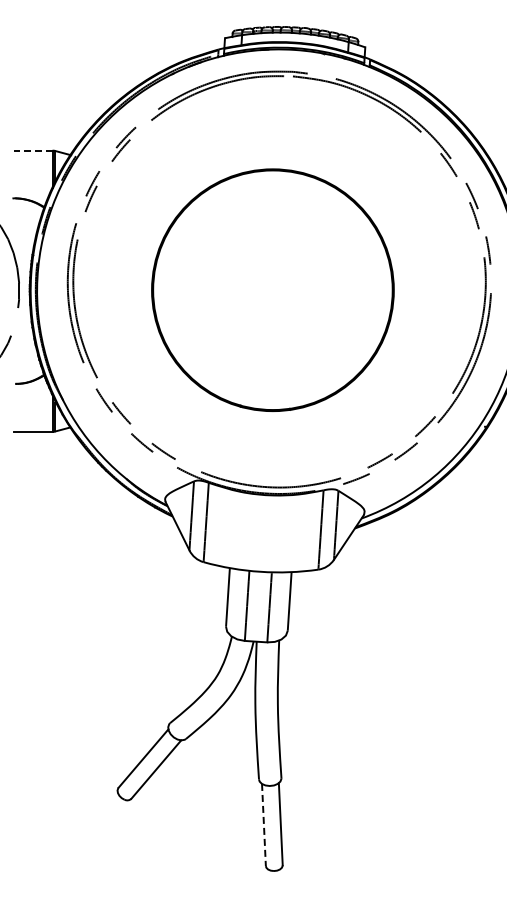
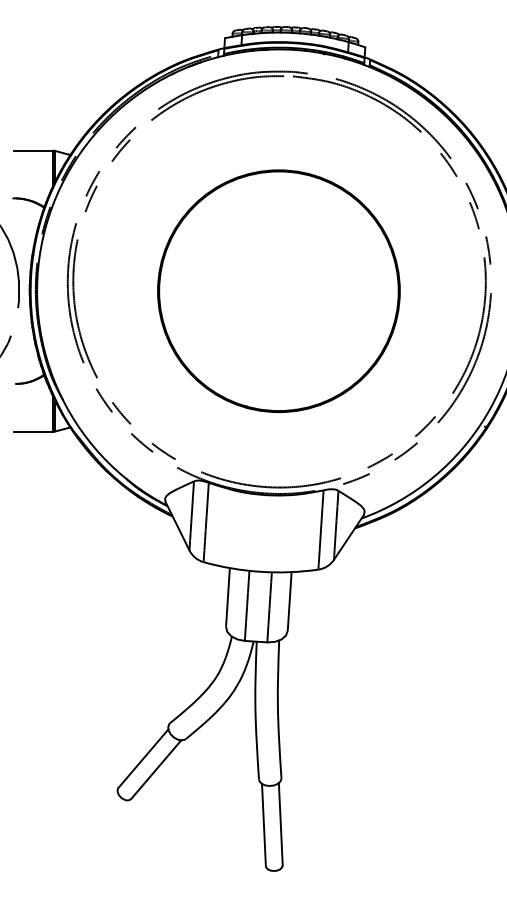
line at (32, 150): dashed -> solid
circle at (272, 289) position: (272, 289) -> (278, 290)
line at (263, 825): dashed -> solid
